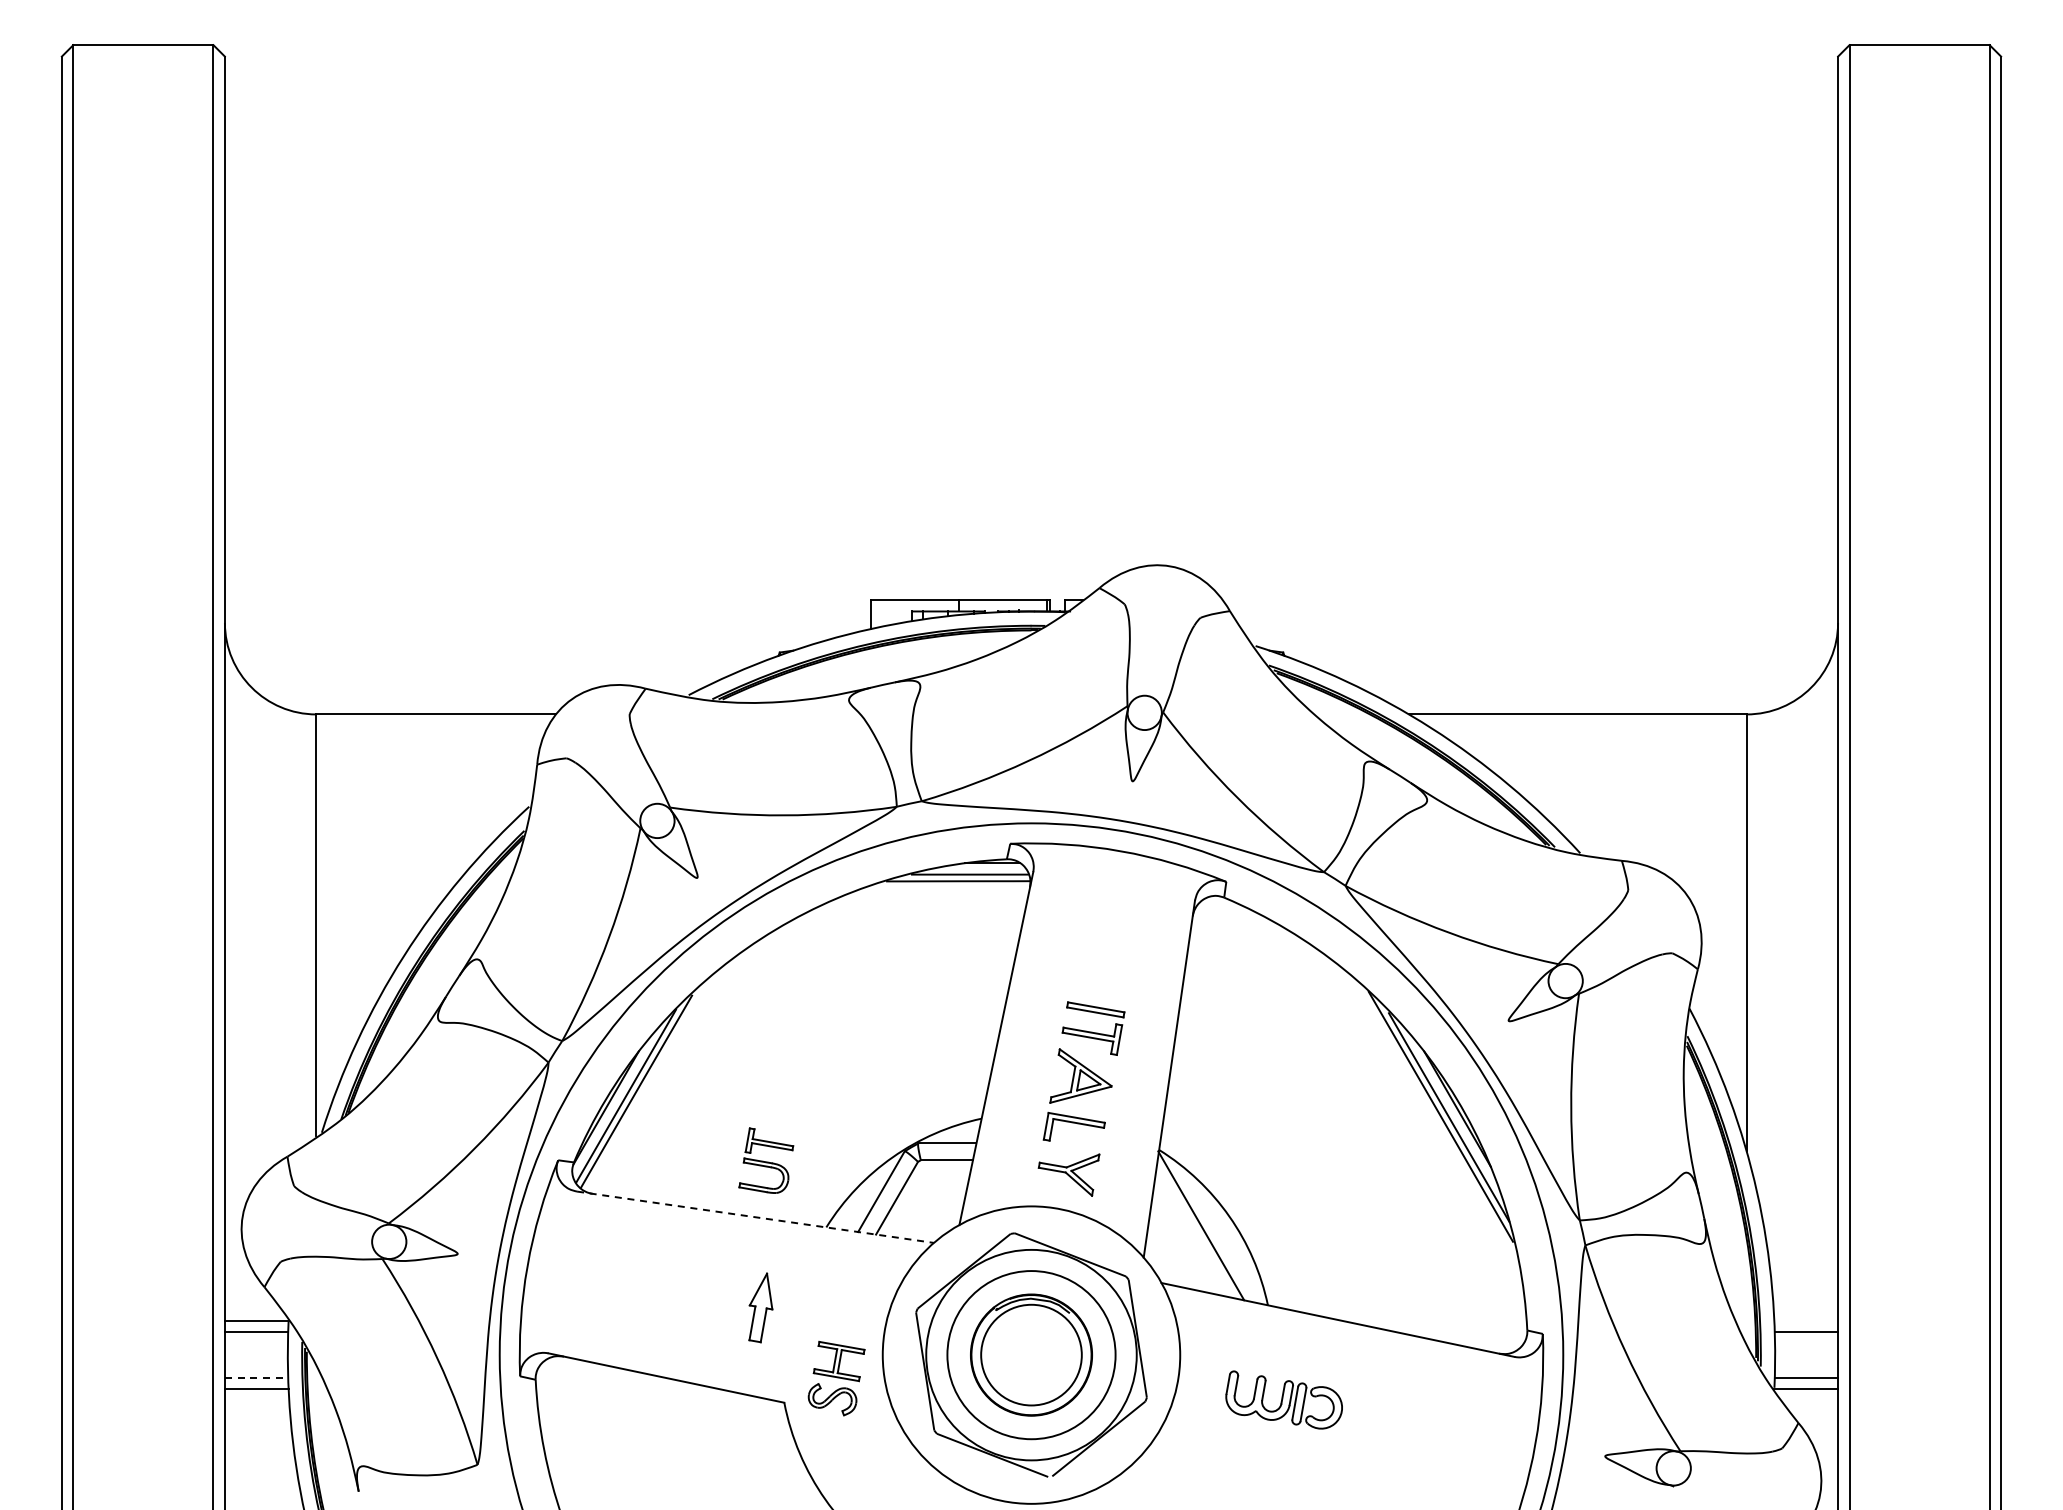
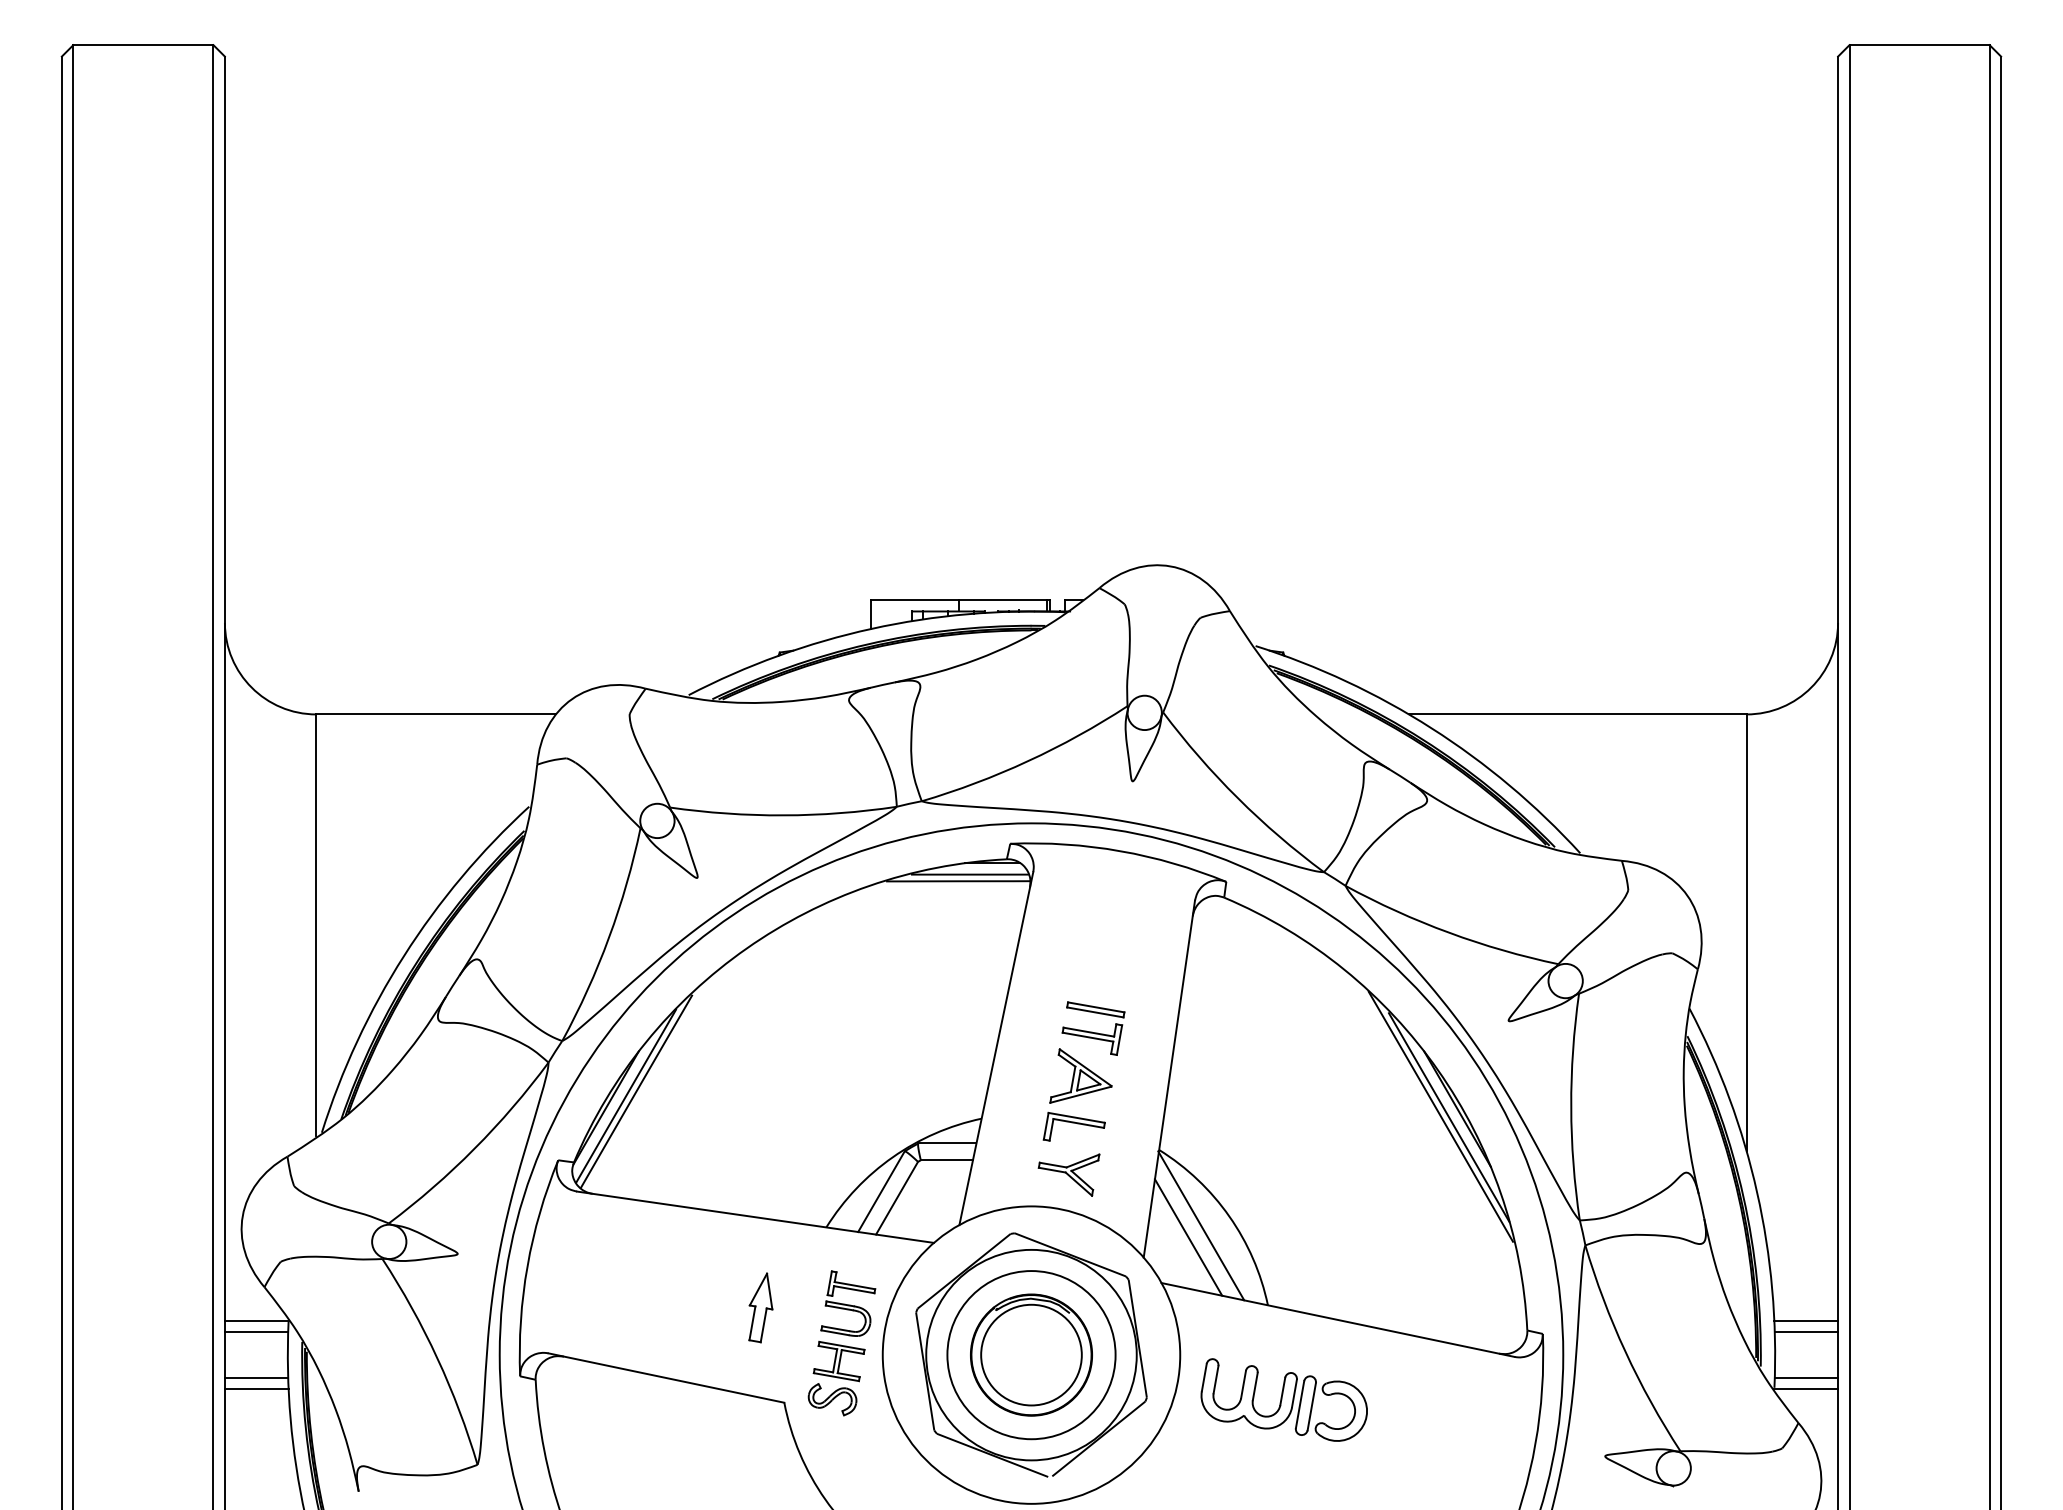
part at (766, 1160) position: (766, 1160) -> (848, 1303)
line at (755, 1217): dashed -> solid
line at (1188, 1237): none -> present
line at (1806, 1320): none -> present
line at (256, 1378): dashed -> solid
part at (1283, 1399) size: 118x60 px -> 168x84 px
